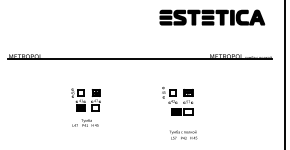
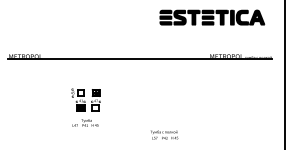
part at (177, 101): present -> none
text at (183, 134) position: (183, 134) -> (164, 134)
